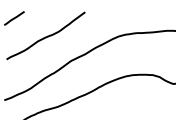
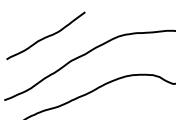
line at (14, 18): present -> none
